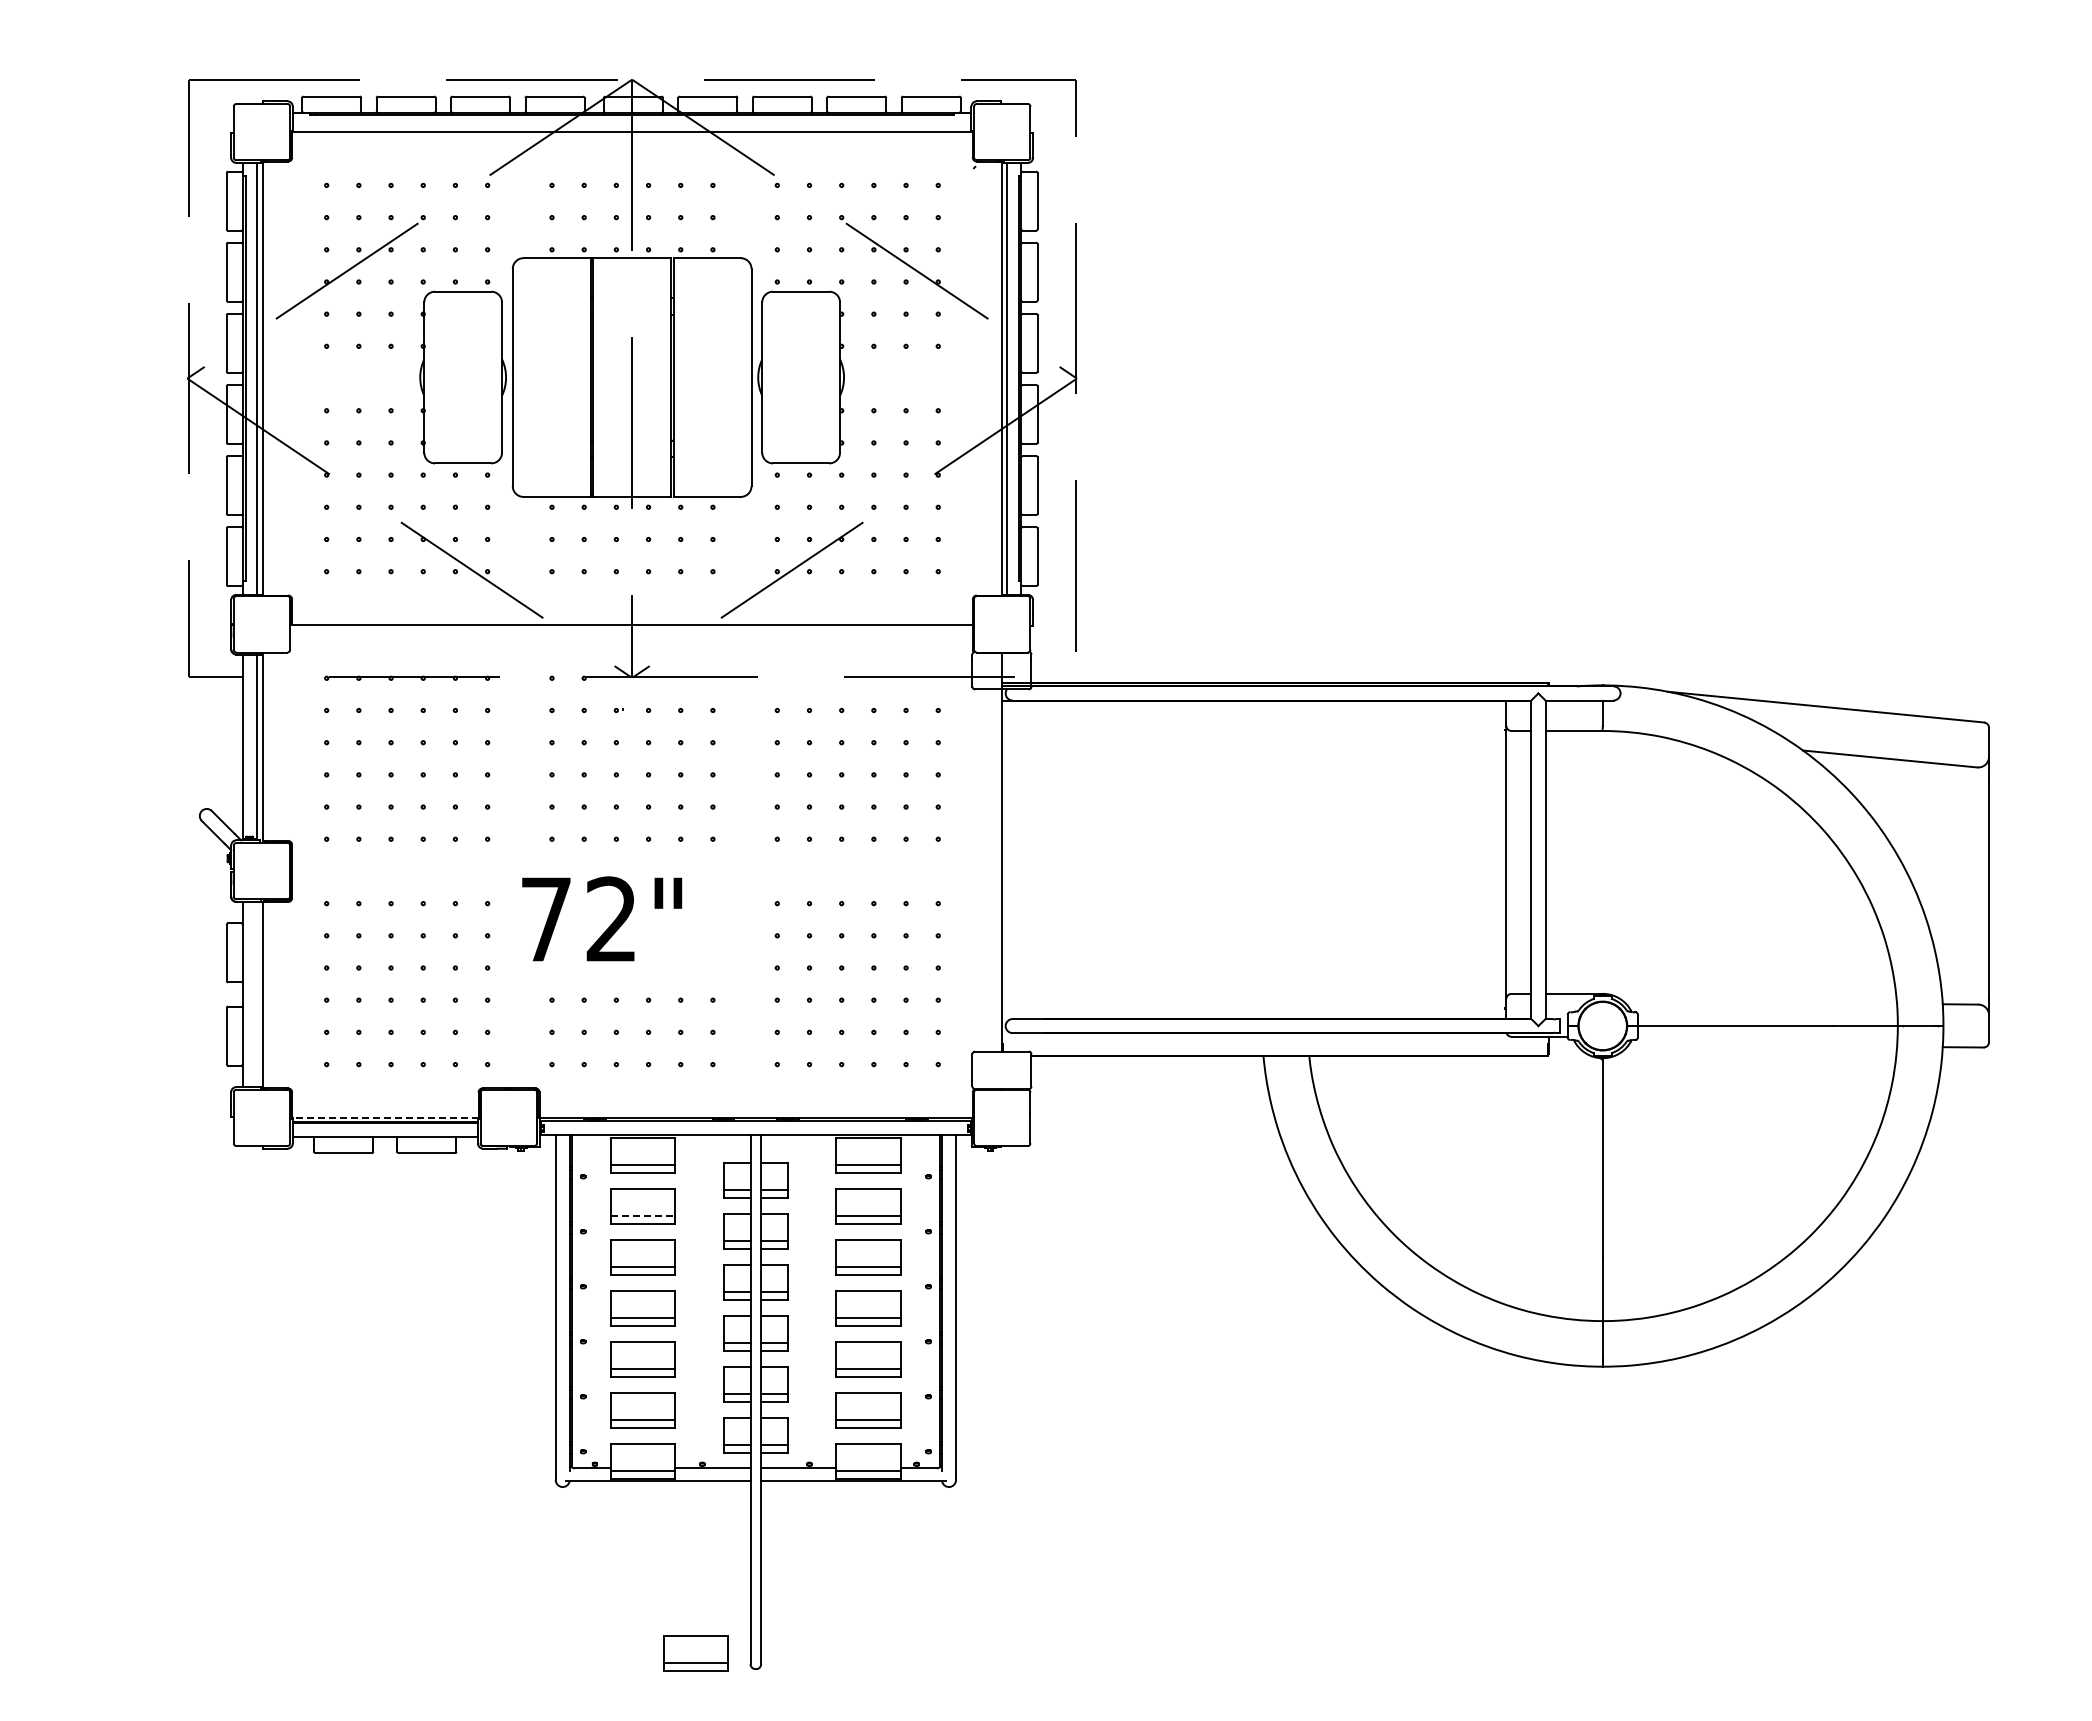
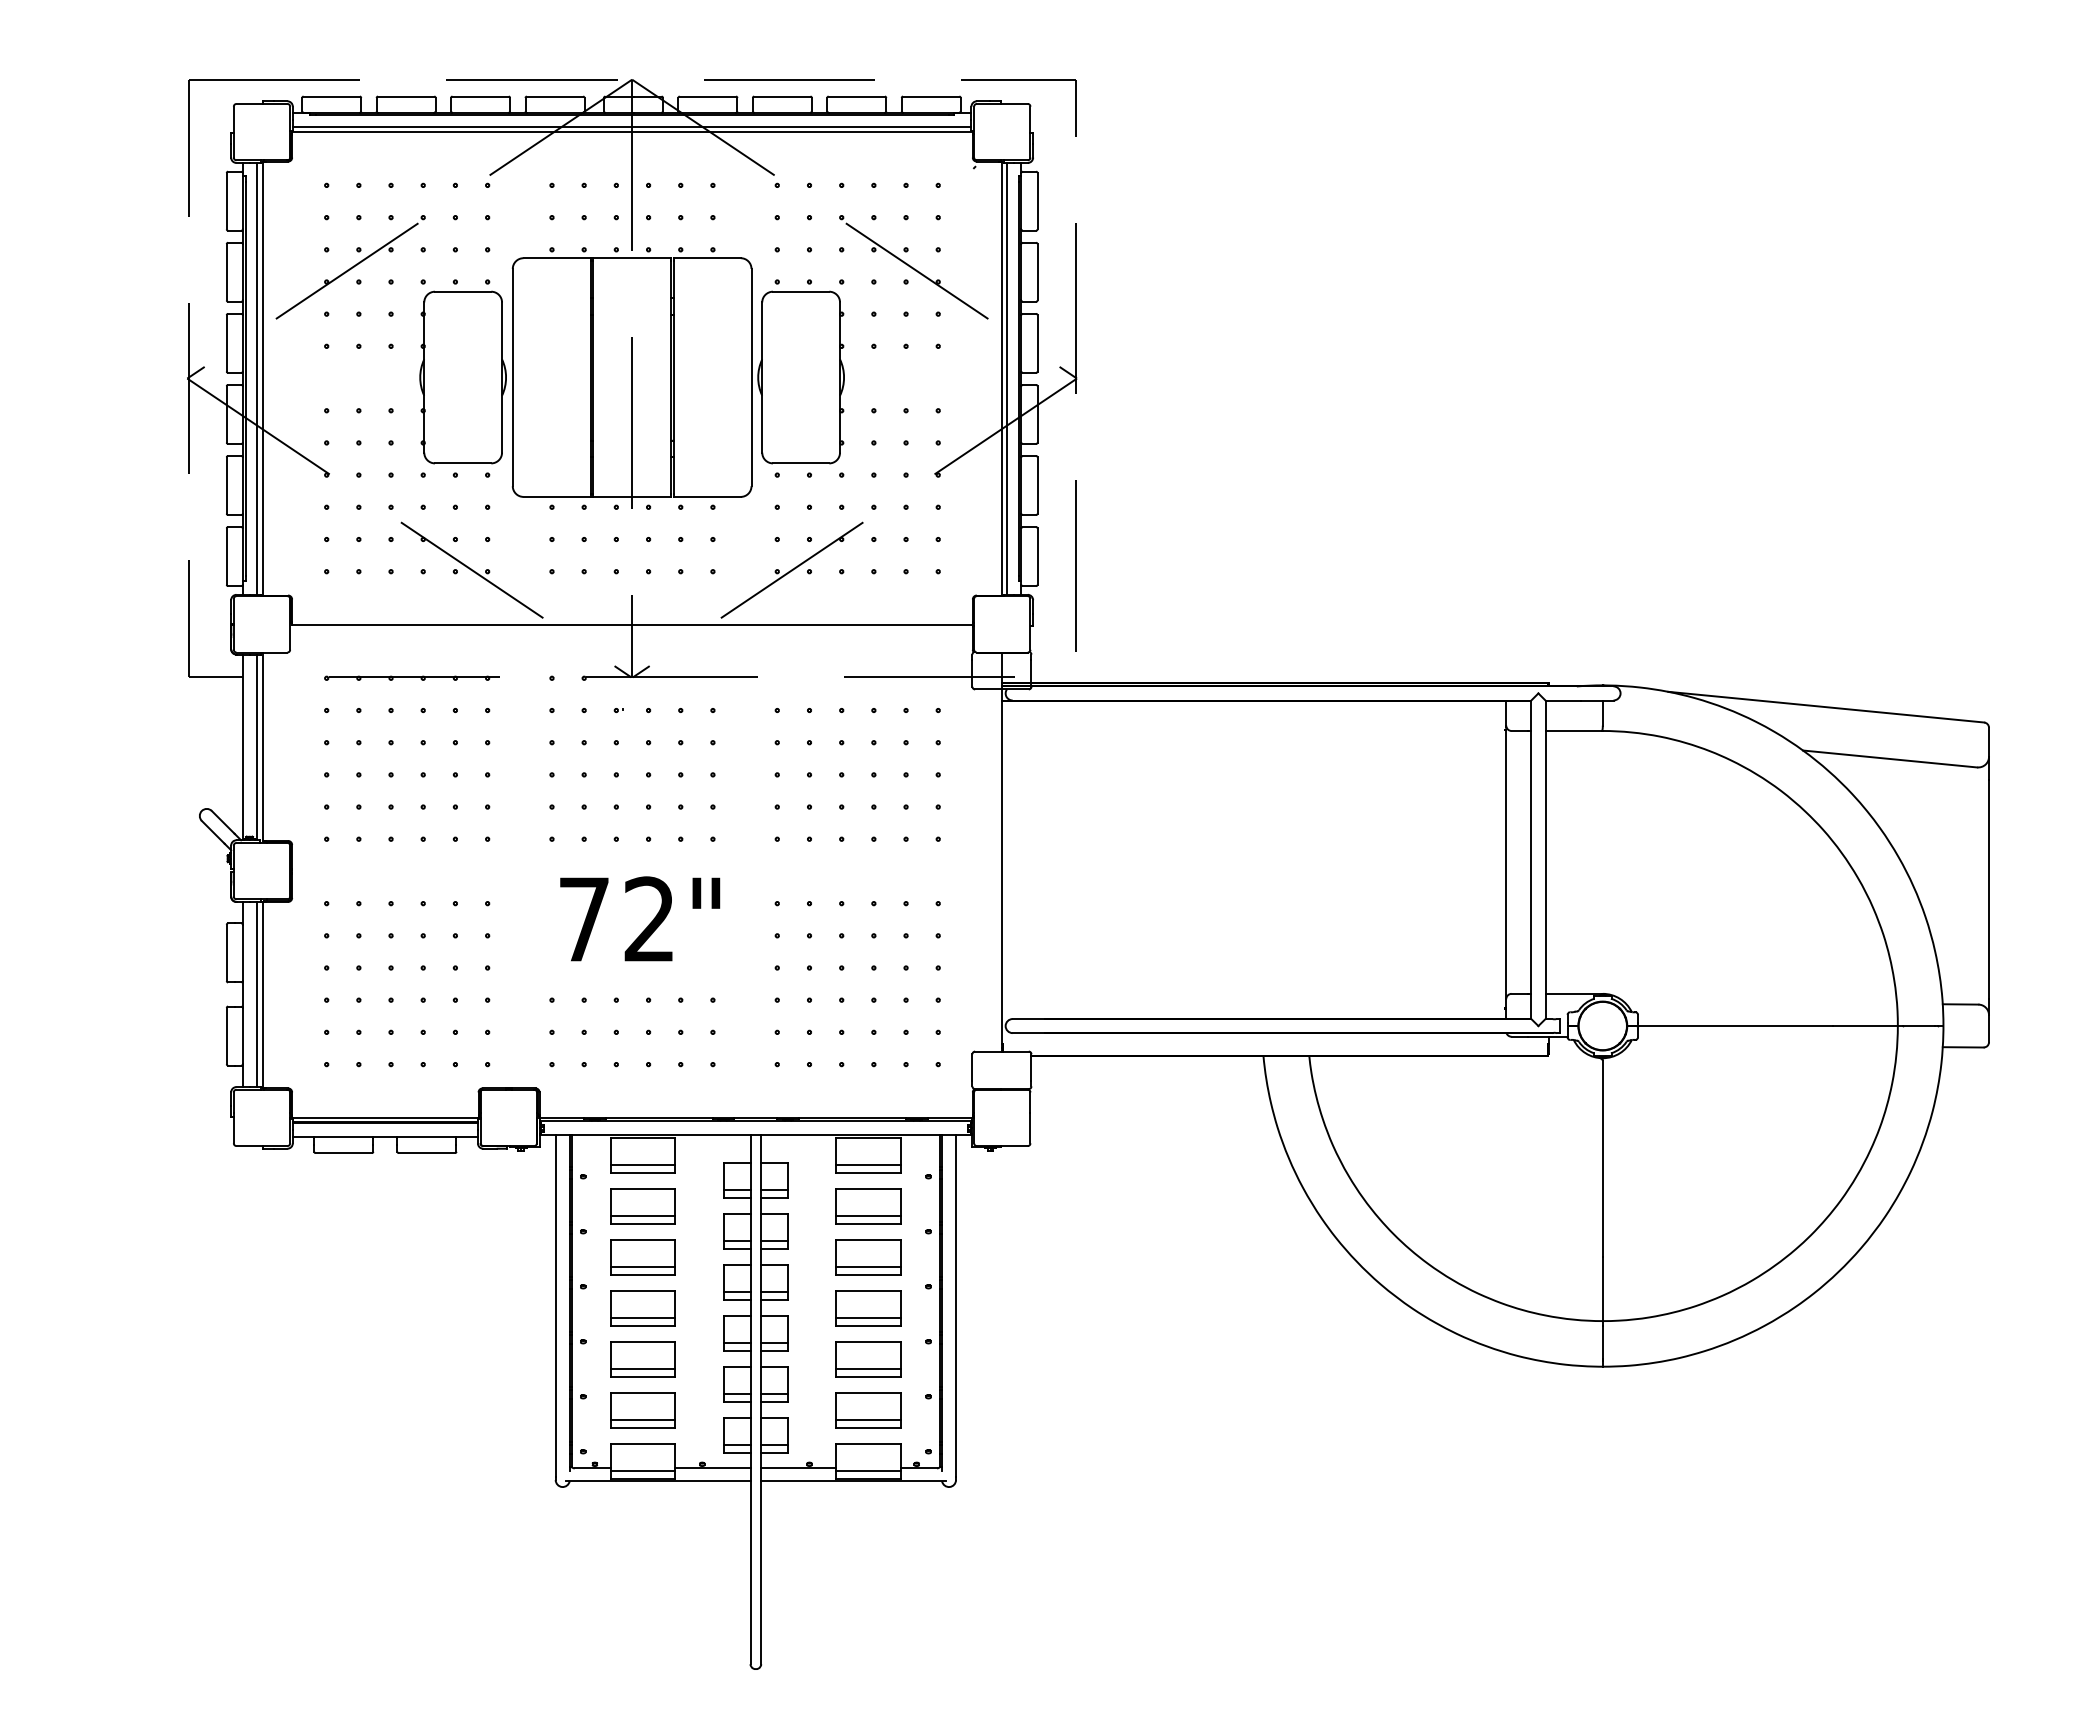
line at (631, 127): none -> present
text at (602, 918) position: (602, 918) -> (640, 918)
line at (256, 994): none -> present
line at (384, 1117): dashed -> solid
line at (643, 1215): dashed -> solid
part at (695, 1653): present -> none
